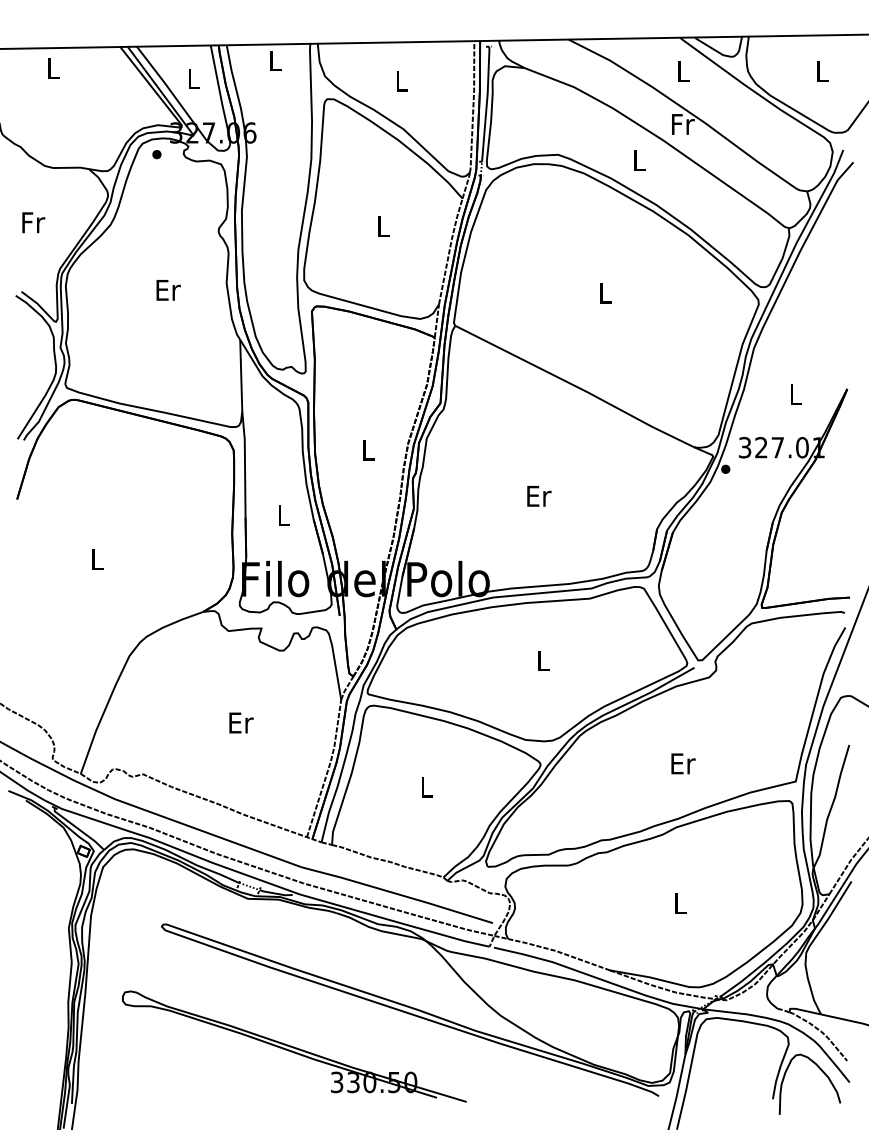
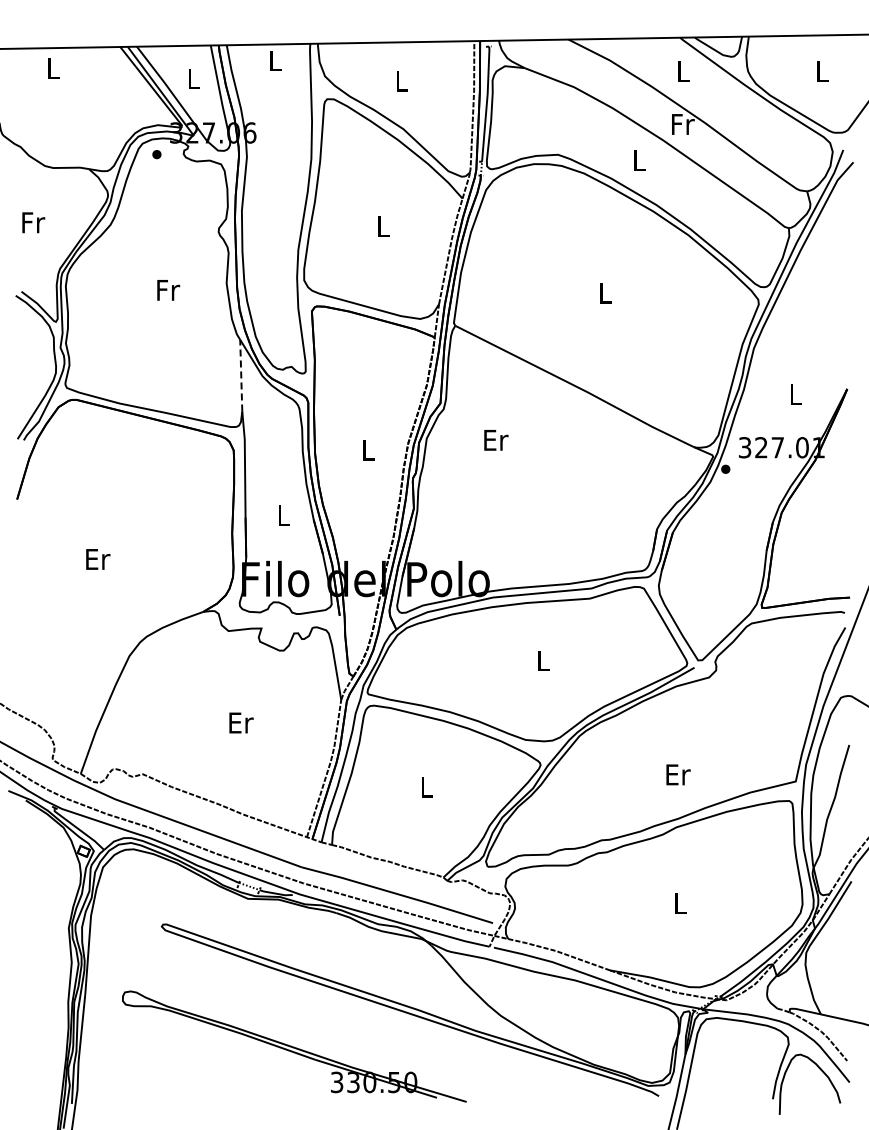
text at (168, 290): Er -> Fr
line at (241, 375): solid -> dashed
text at (539, 496) position: (539, 496) -> (496, 440)
text at (98, 559): L -> Er
text at (683, 763) position: (683, 763) -> (678, 774)
